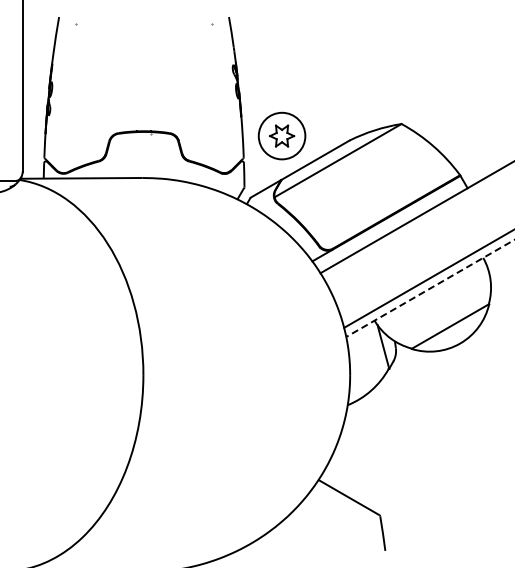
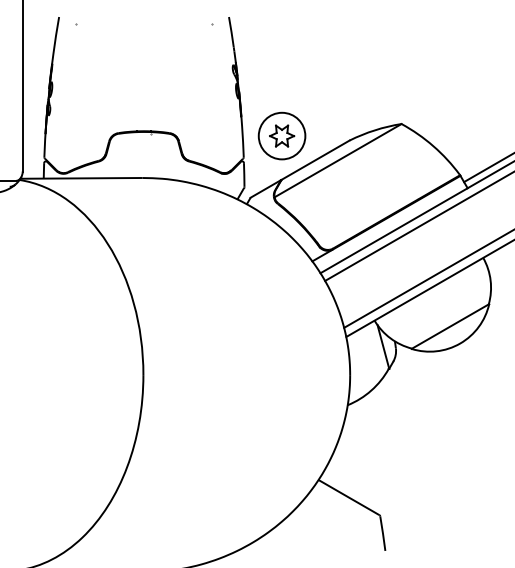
line at (487, 168): none -> present
line at (418, 226): none -> present
line at (430, 288): dashed -> solid
